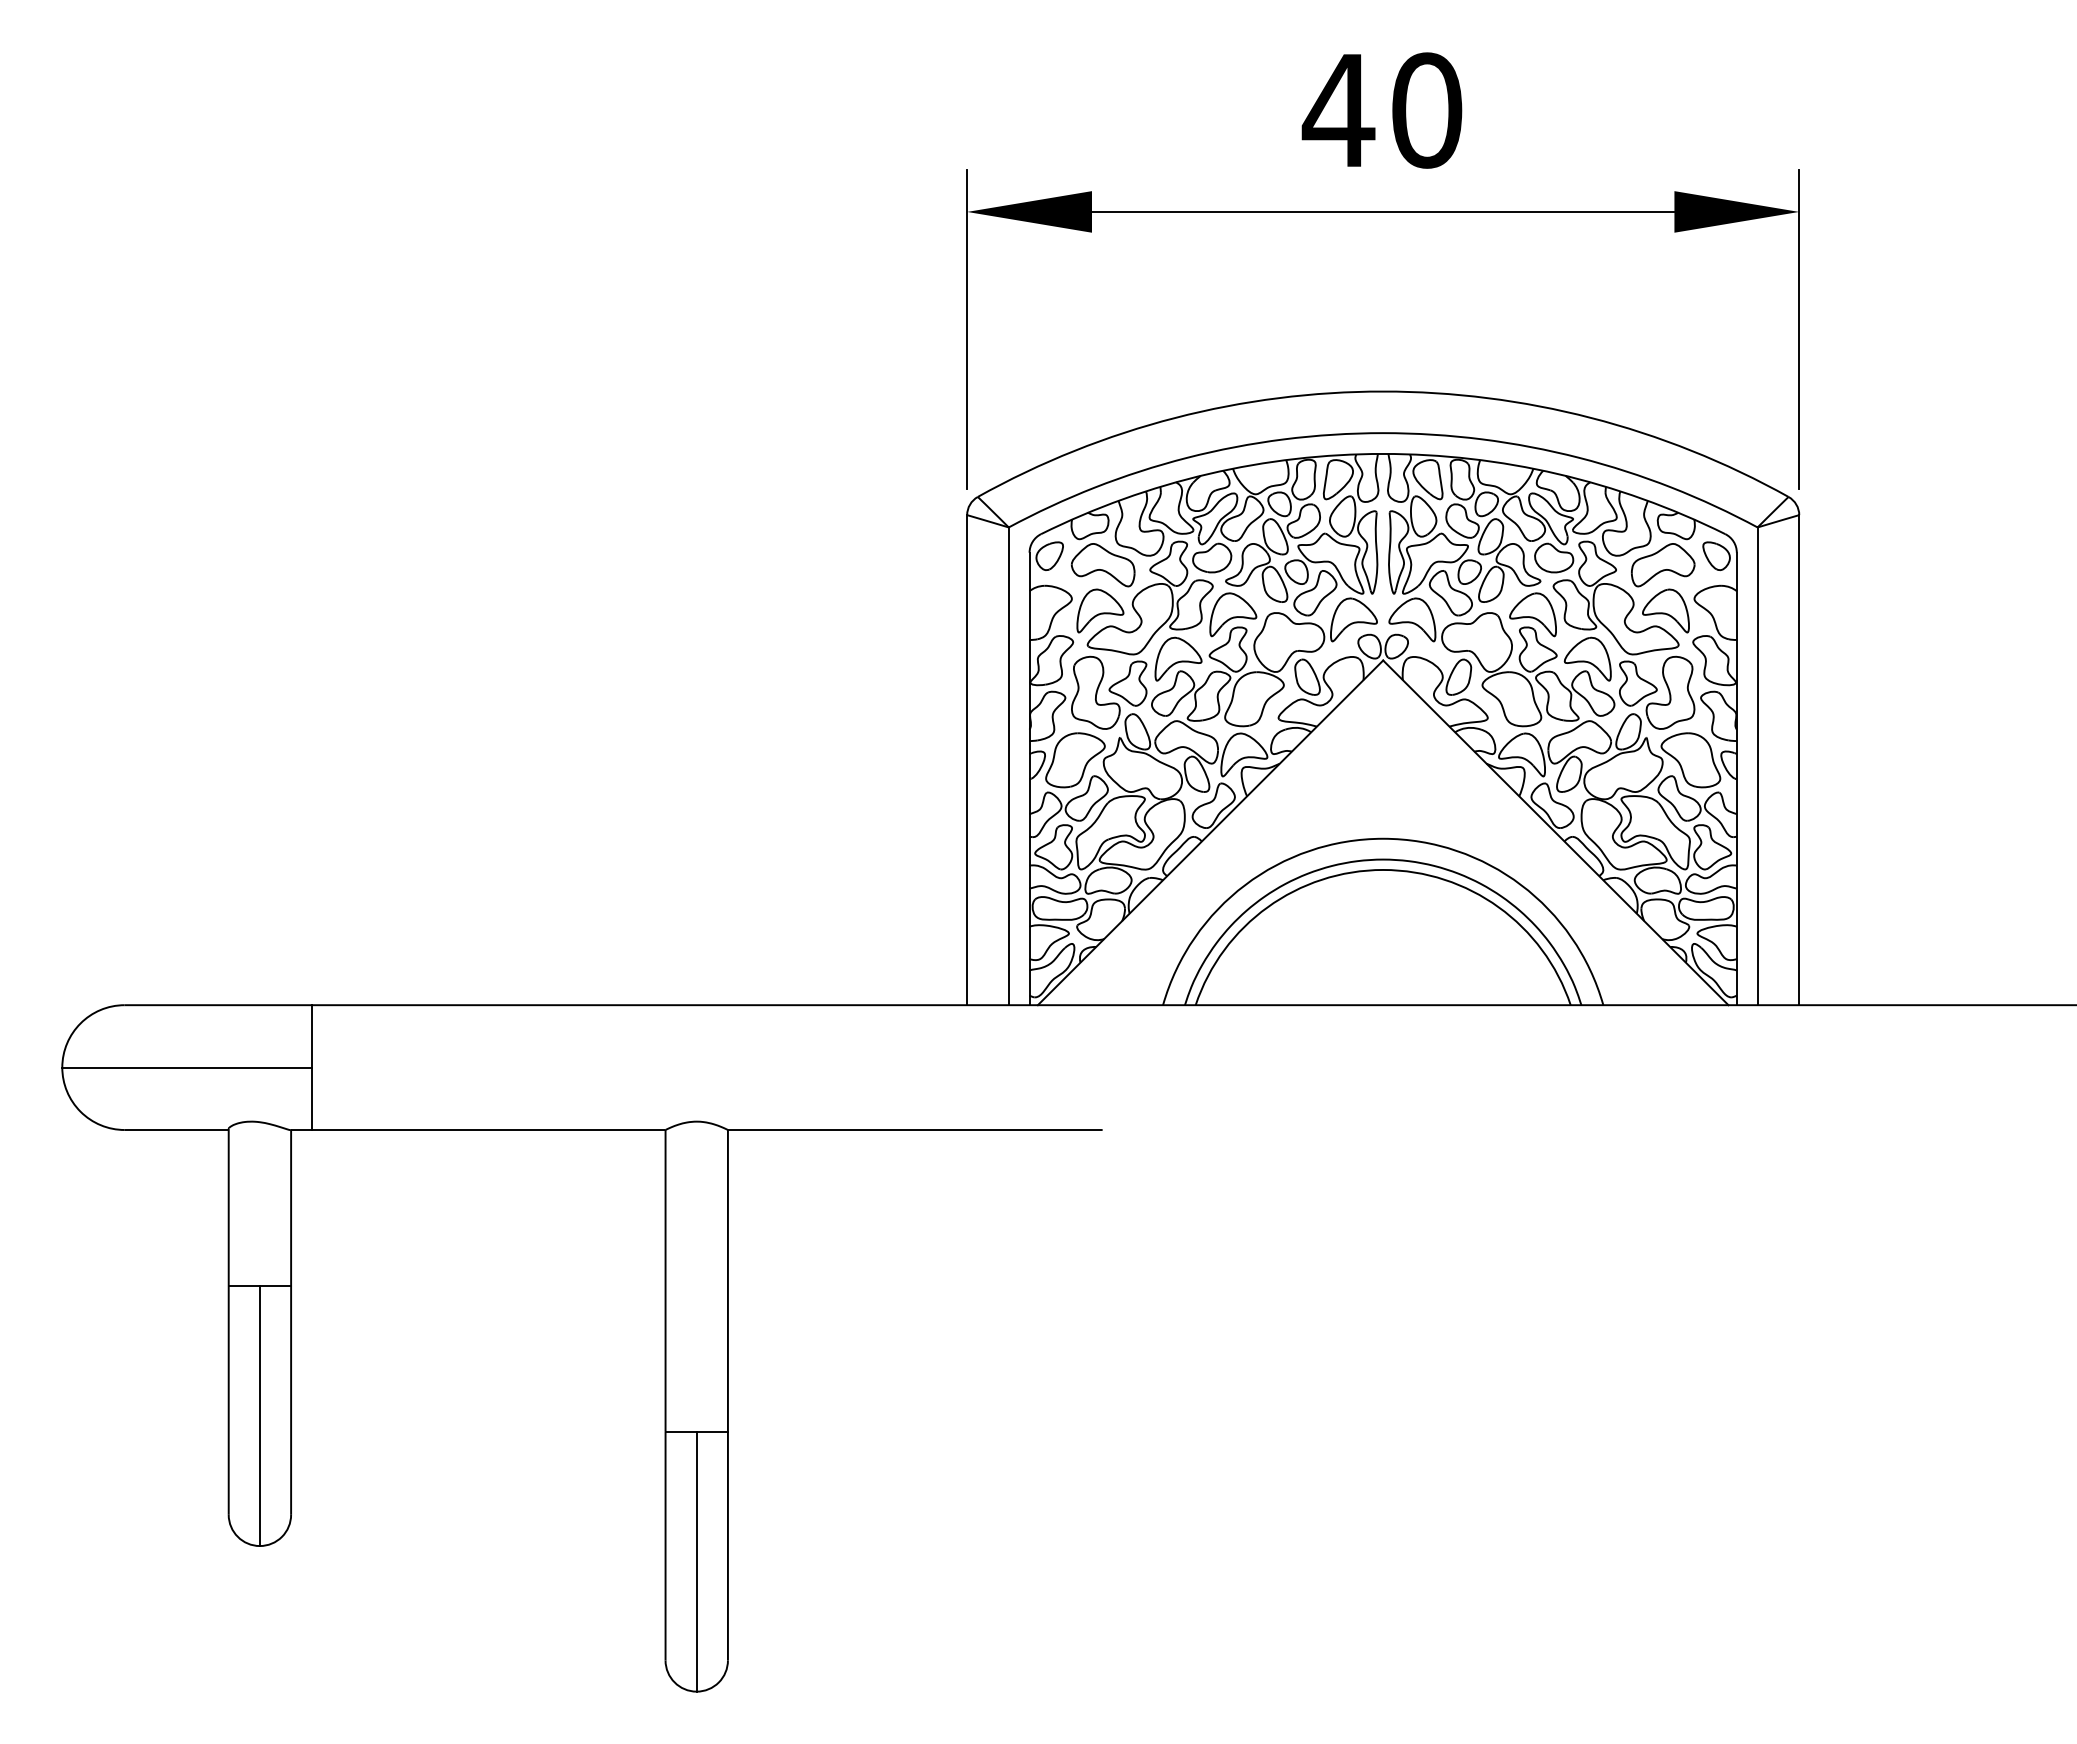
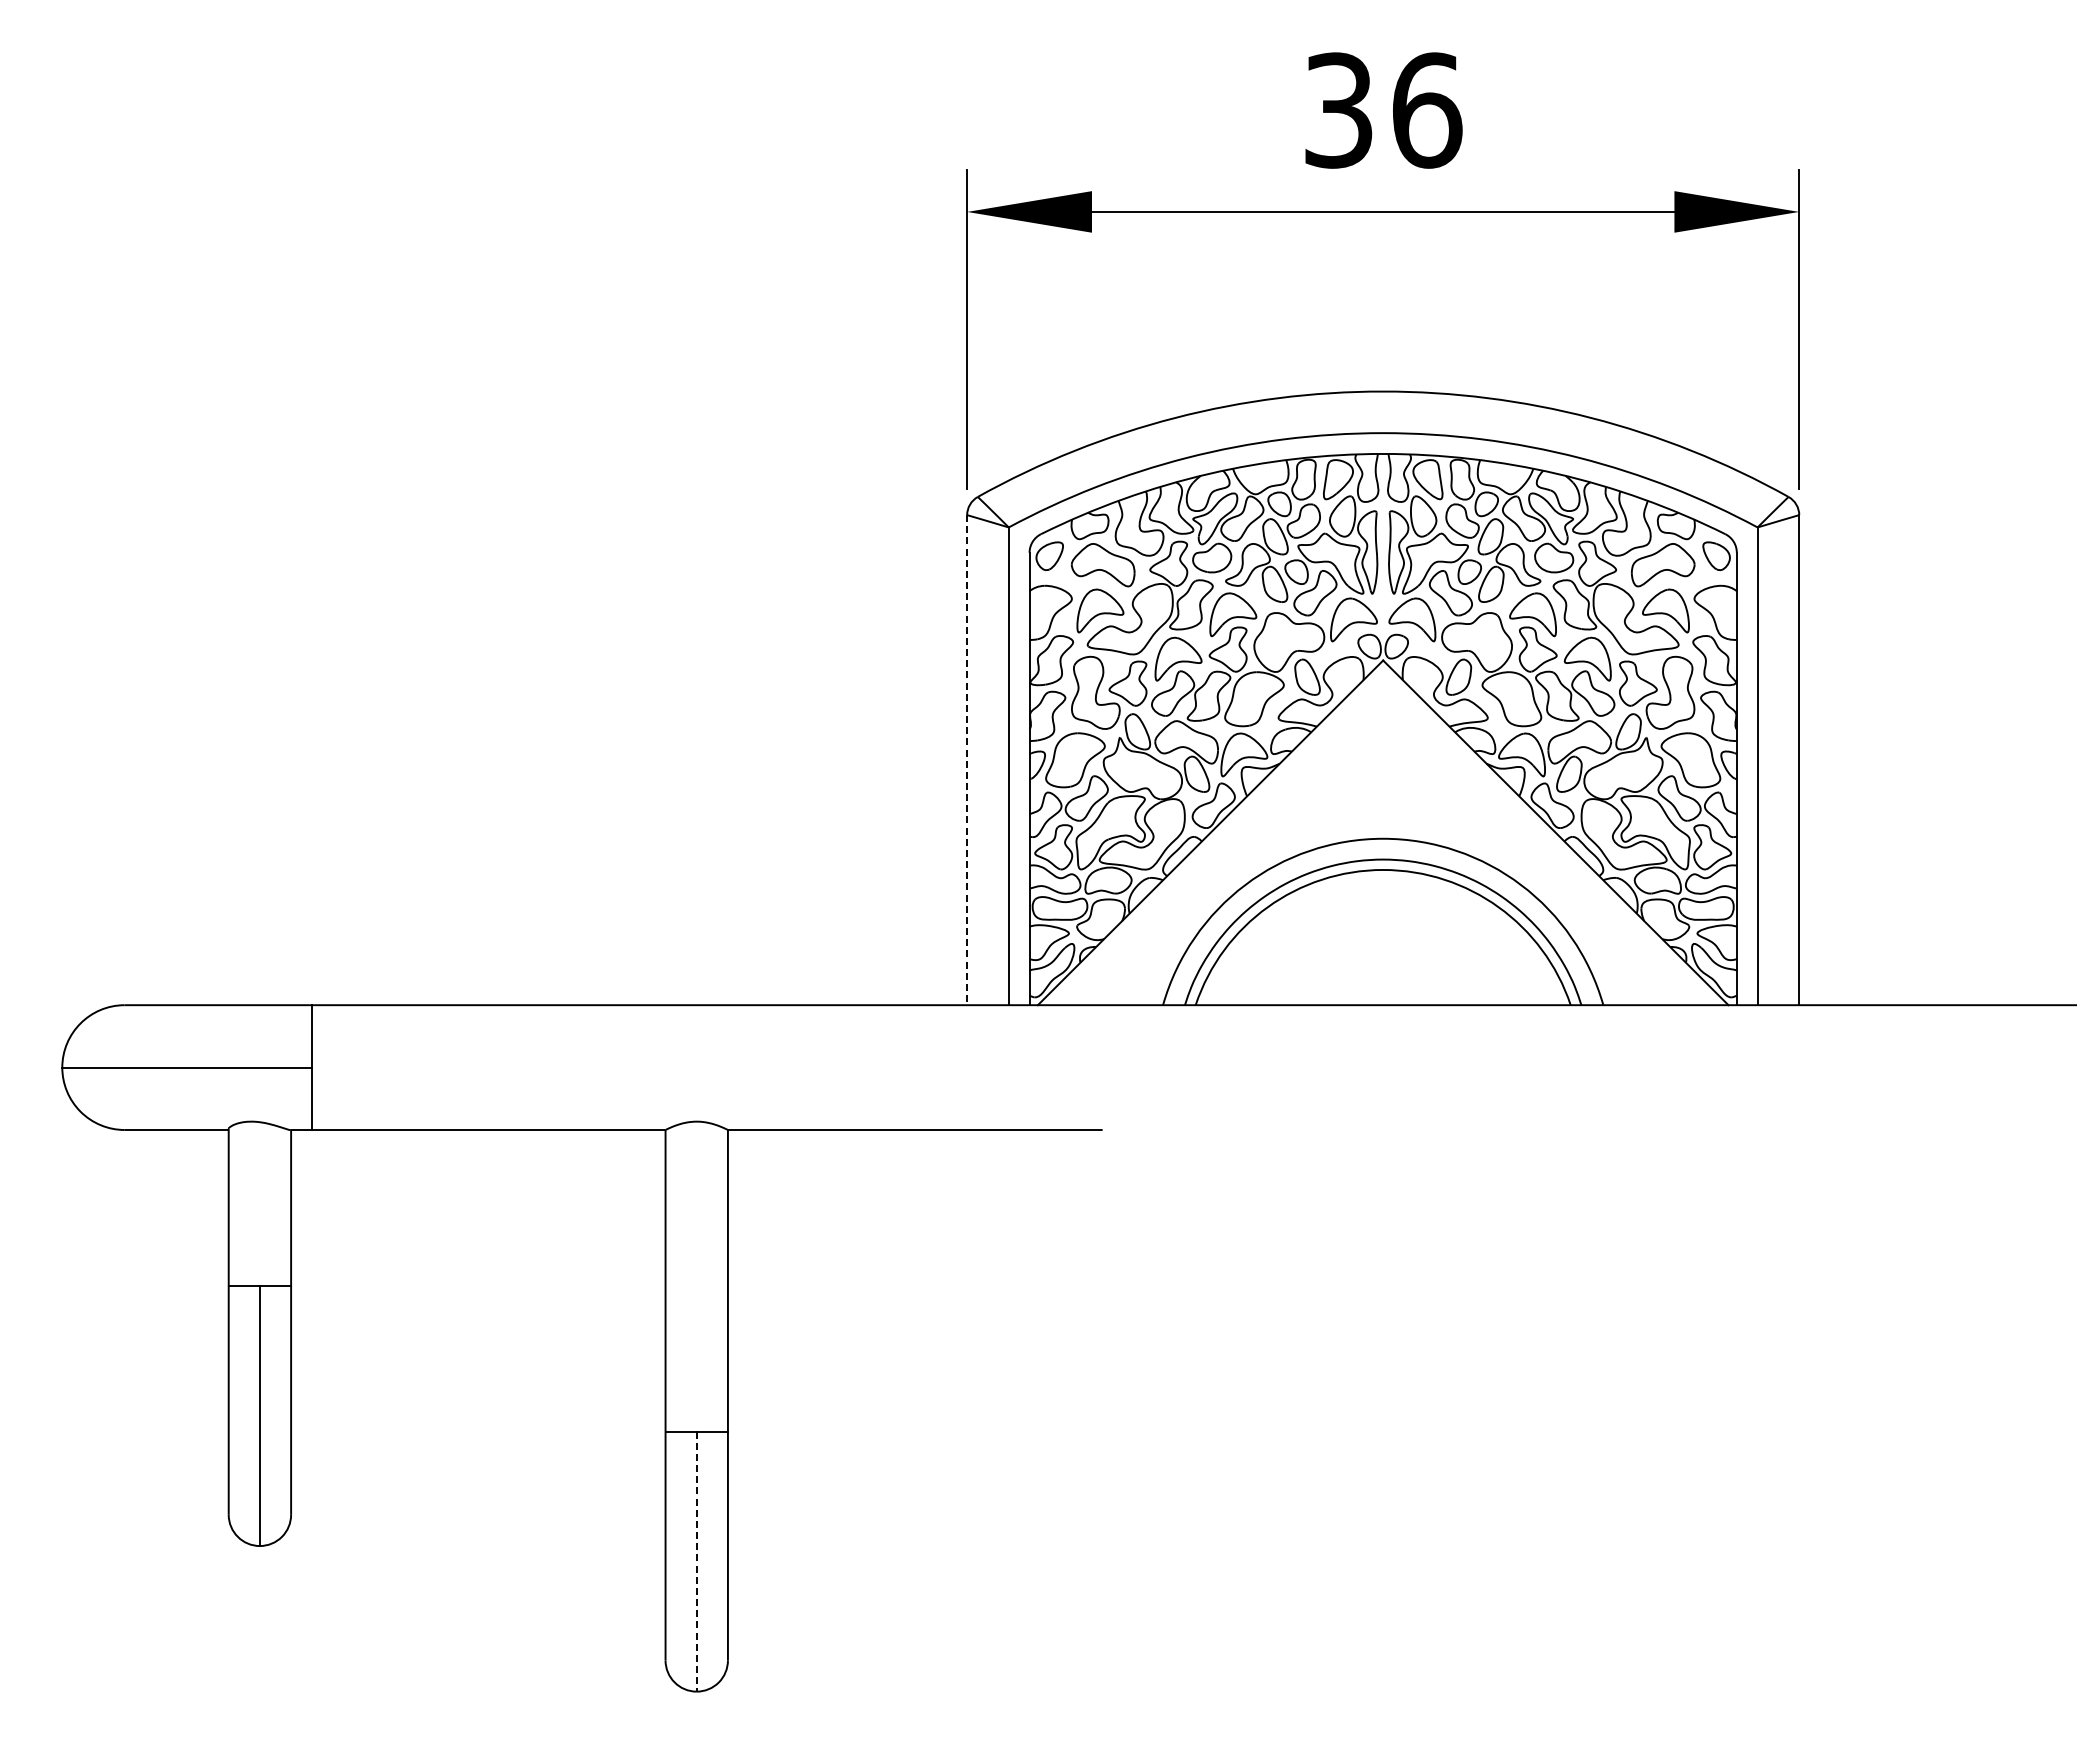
text at (1381, 110): 40 -> 36
line at (967, 760): solid -> dashed
line at (696, 1562): solid -> dashed
